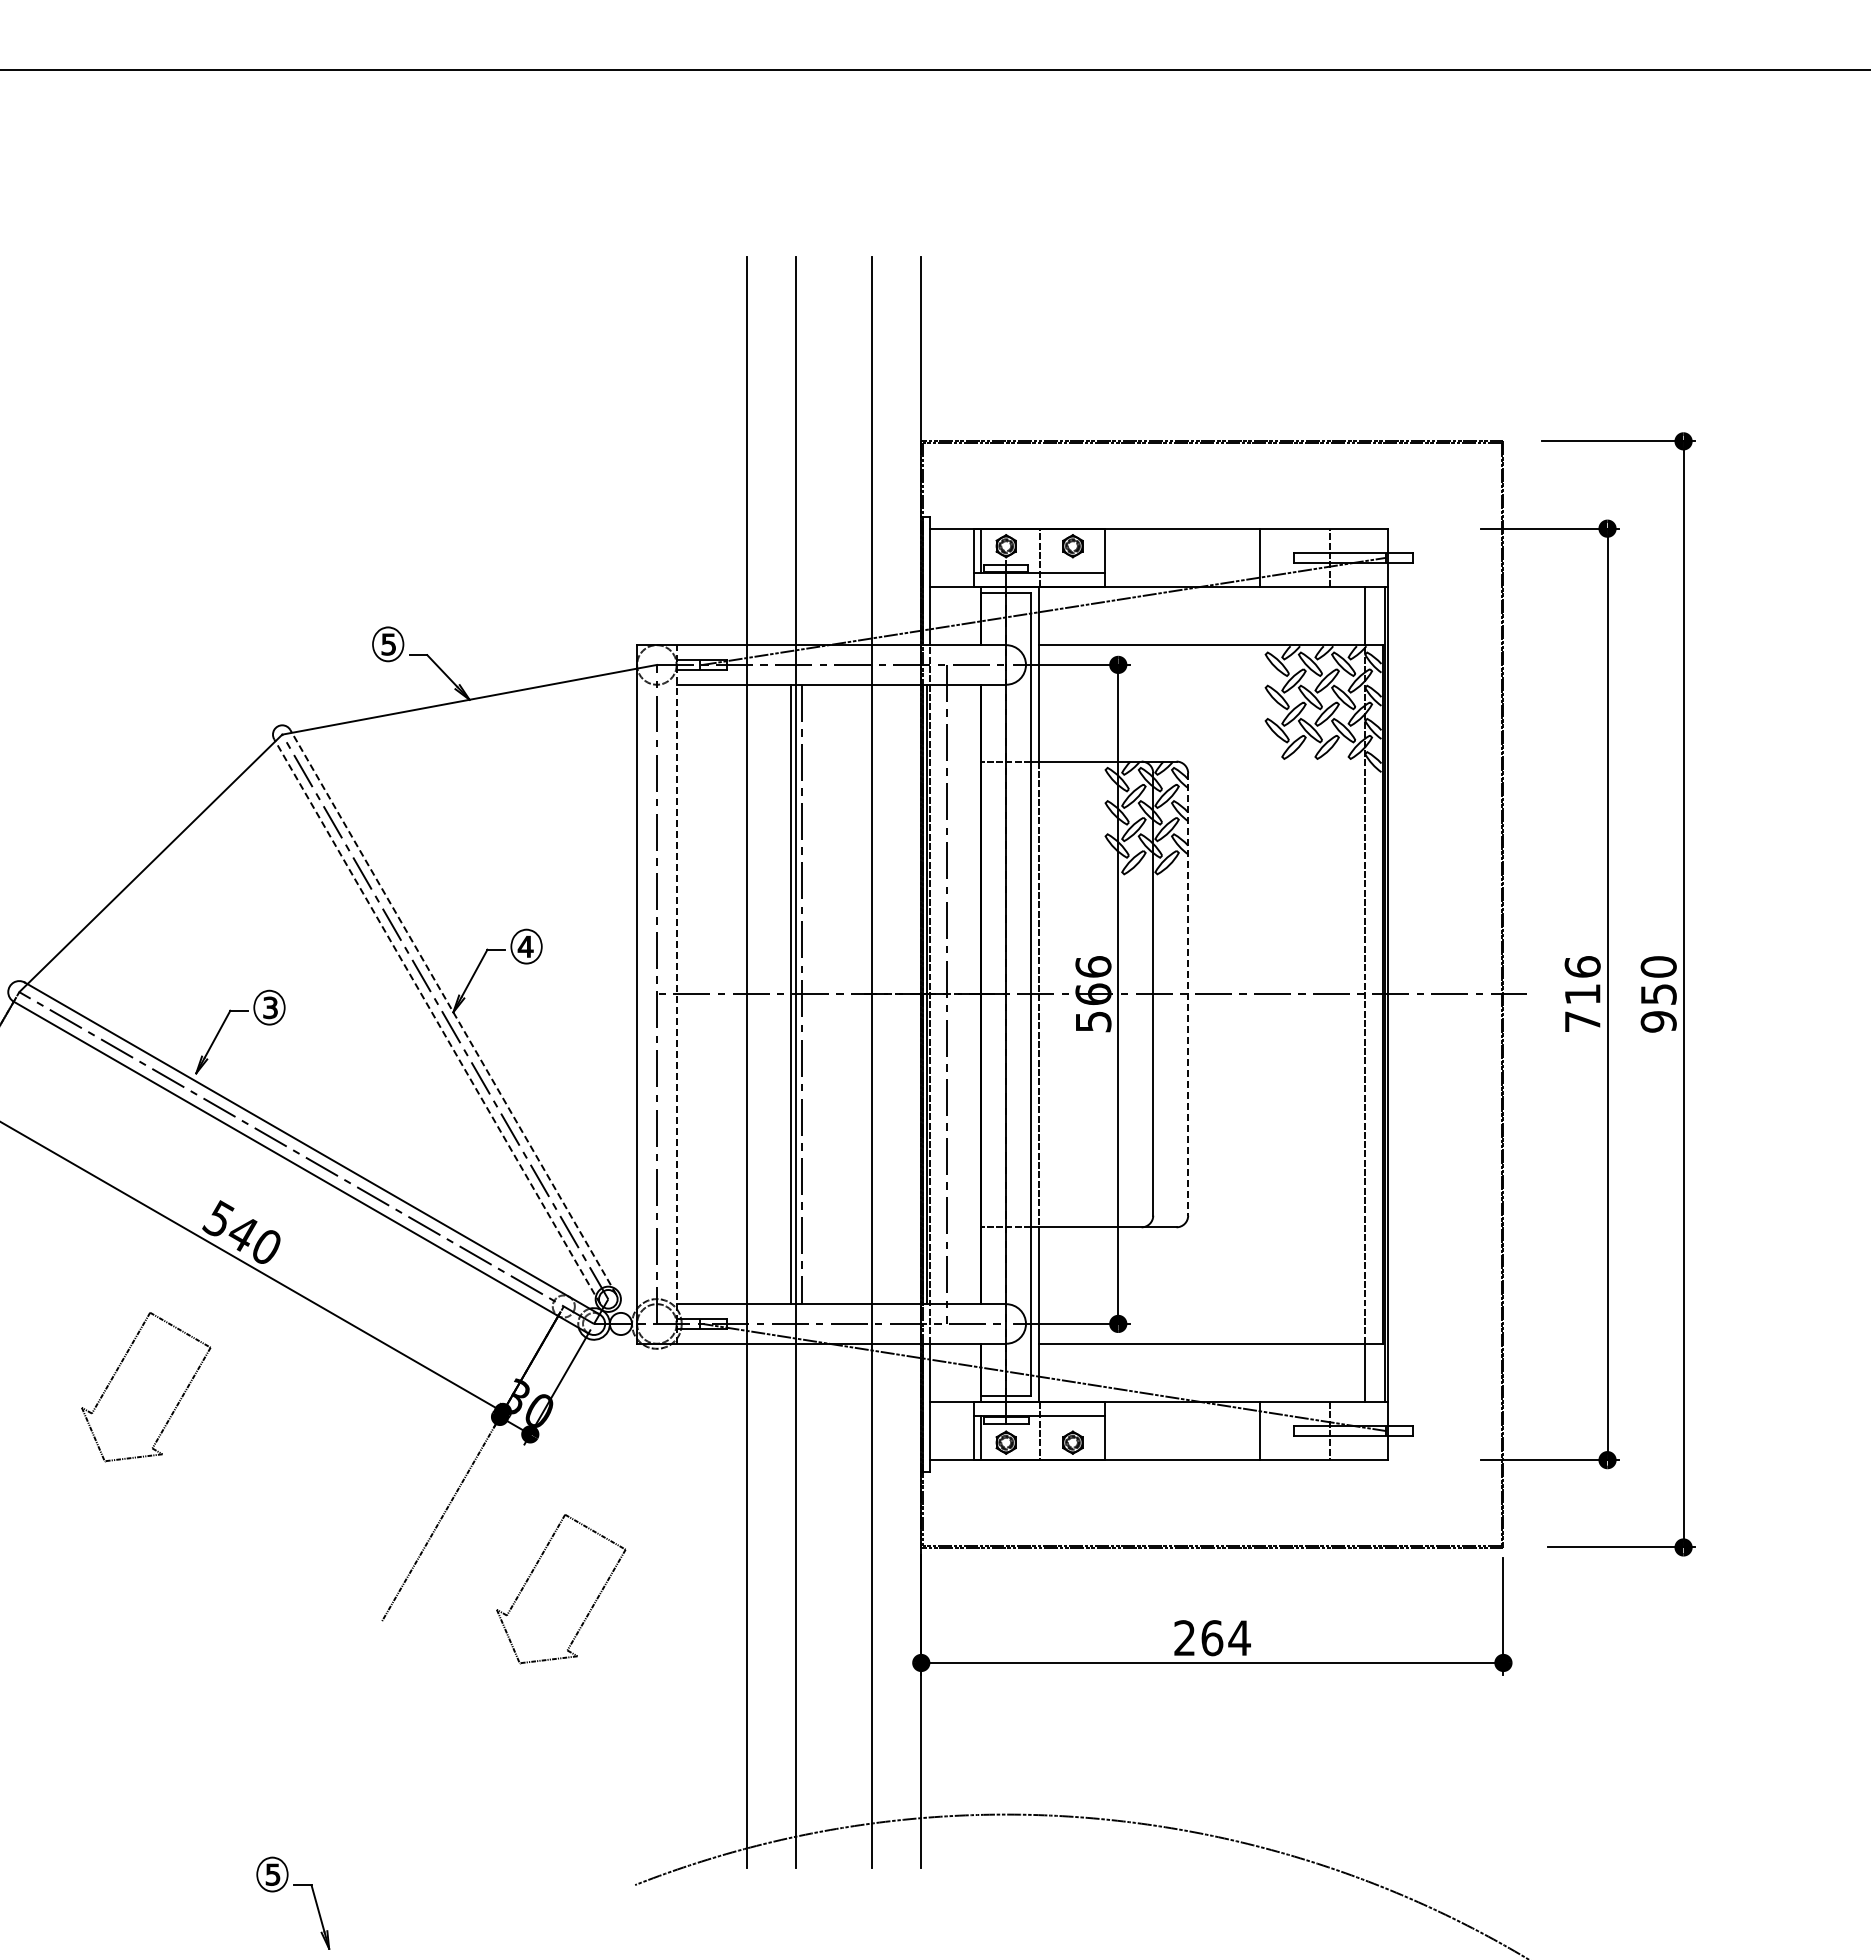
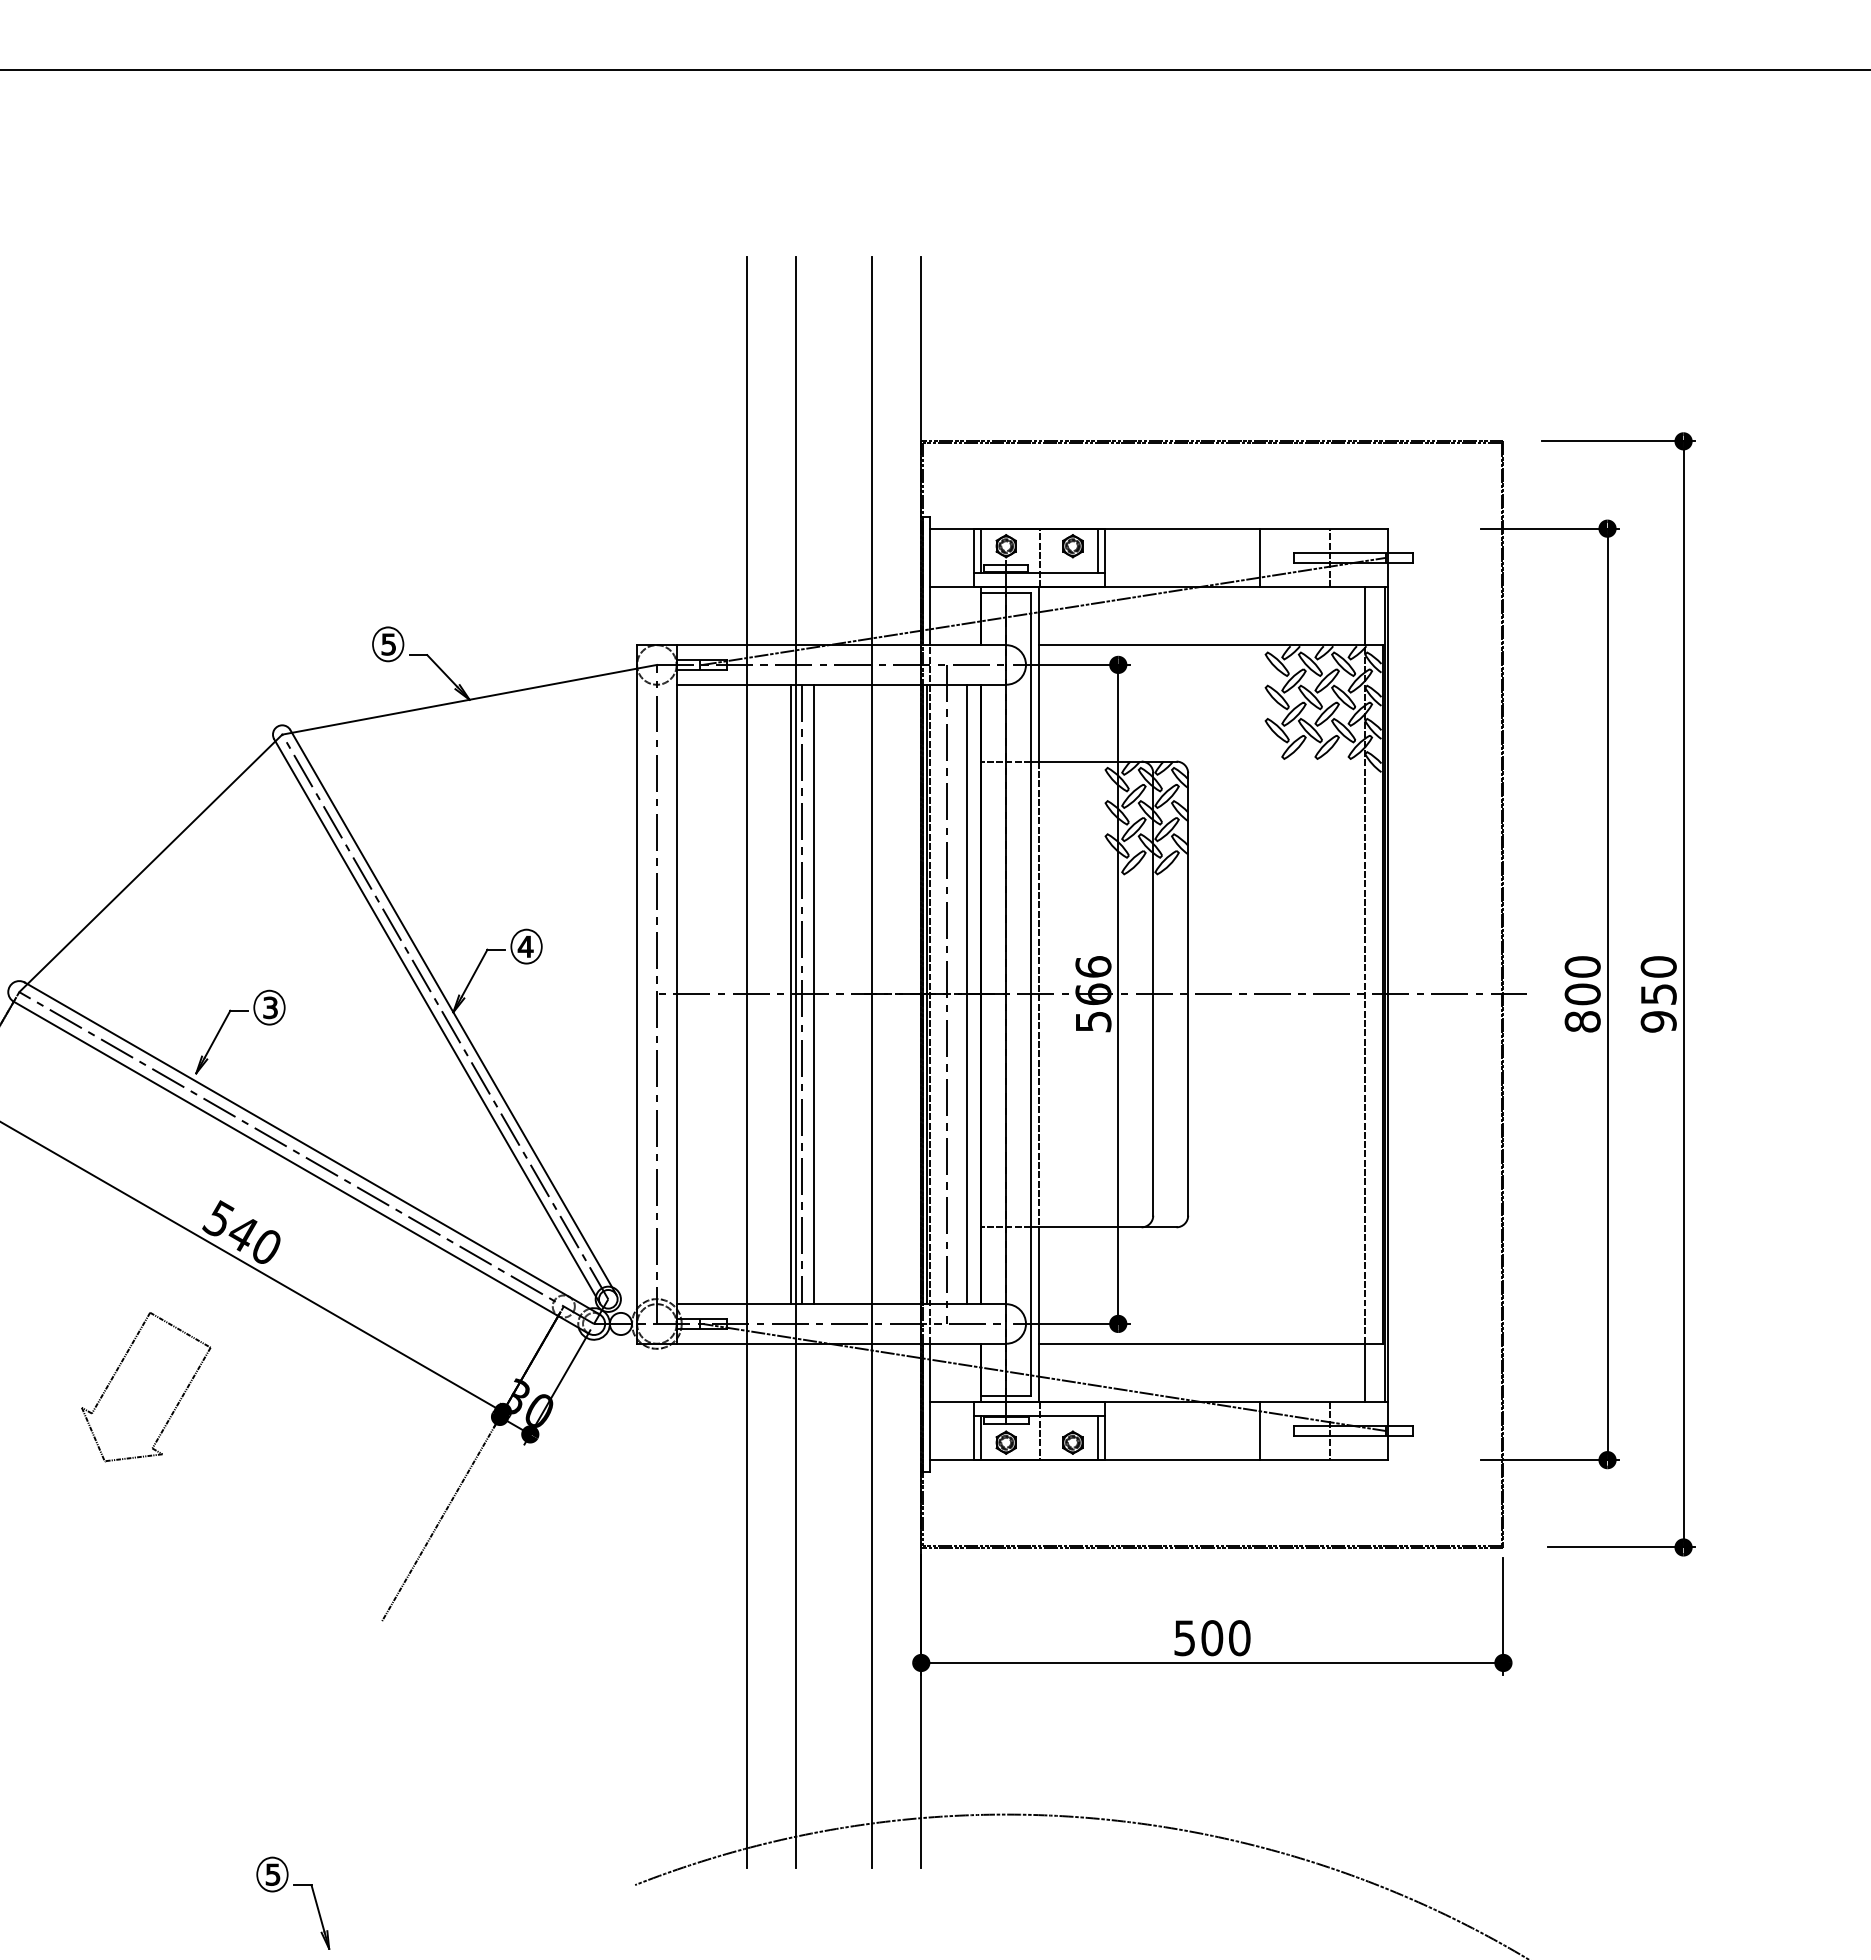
line at (1098, 550): none -> present
line at (676, 993): dashed -> solid
line at (813, 994): none -> present
line at (966, 994): none -> present
line at (1188, 994): dashed -> solid
text at (1582, 994): 716 -> 800
line at (453, 1011): dashed -> solid
line at (436, 1021): dashed -> solid
line at (1098, 1437): none -> present
part at (534, 1570): present -> none
text at (1212, 1638): 264 -> 500
